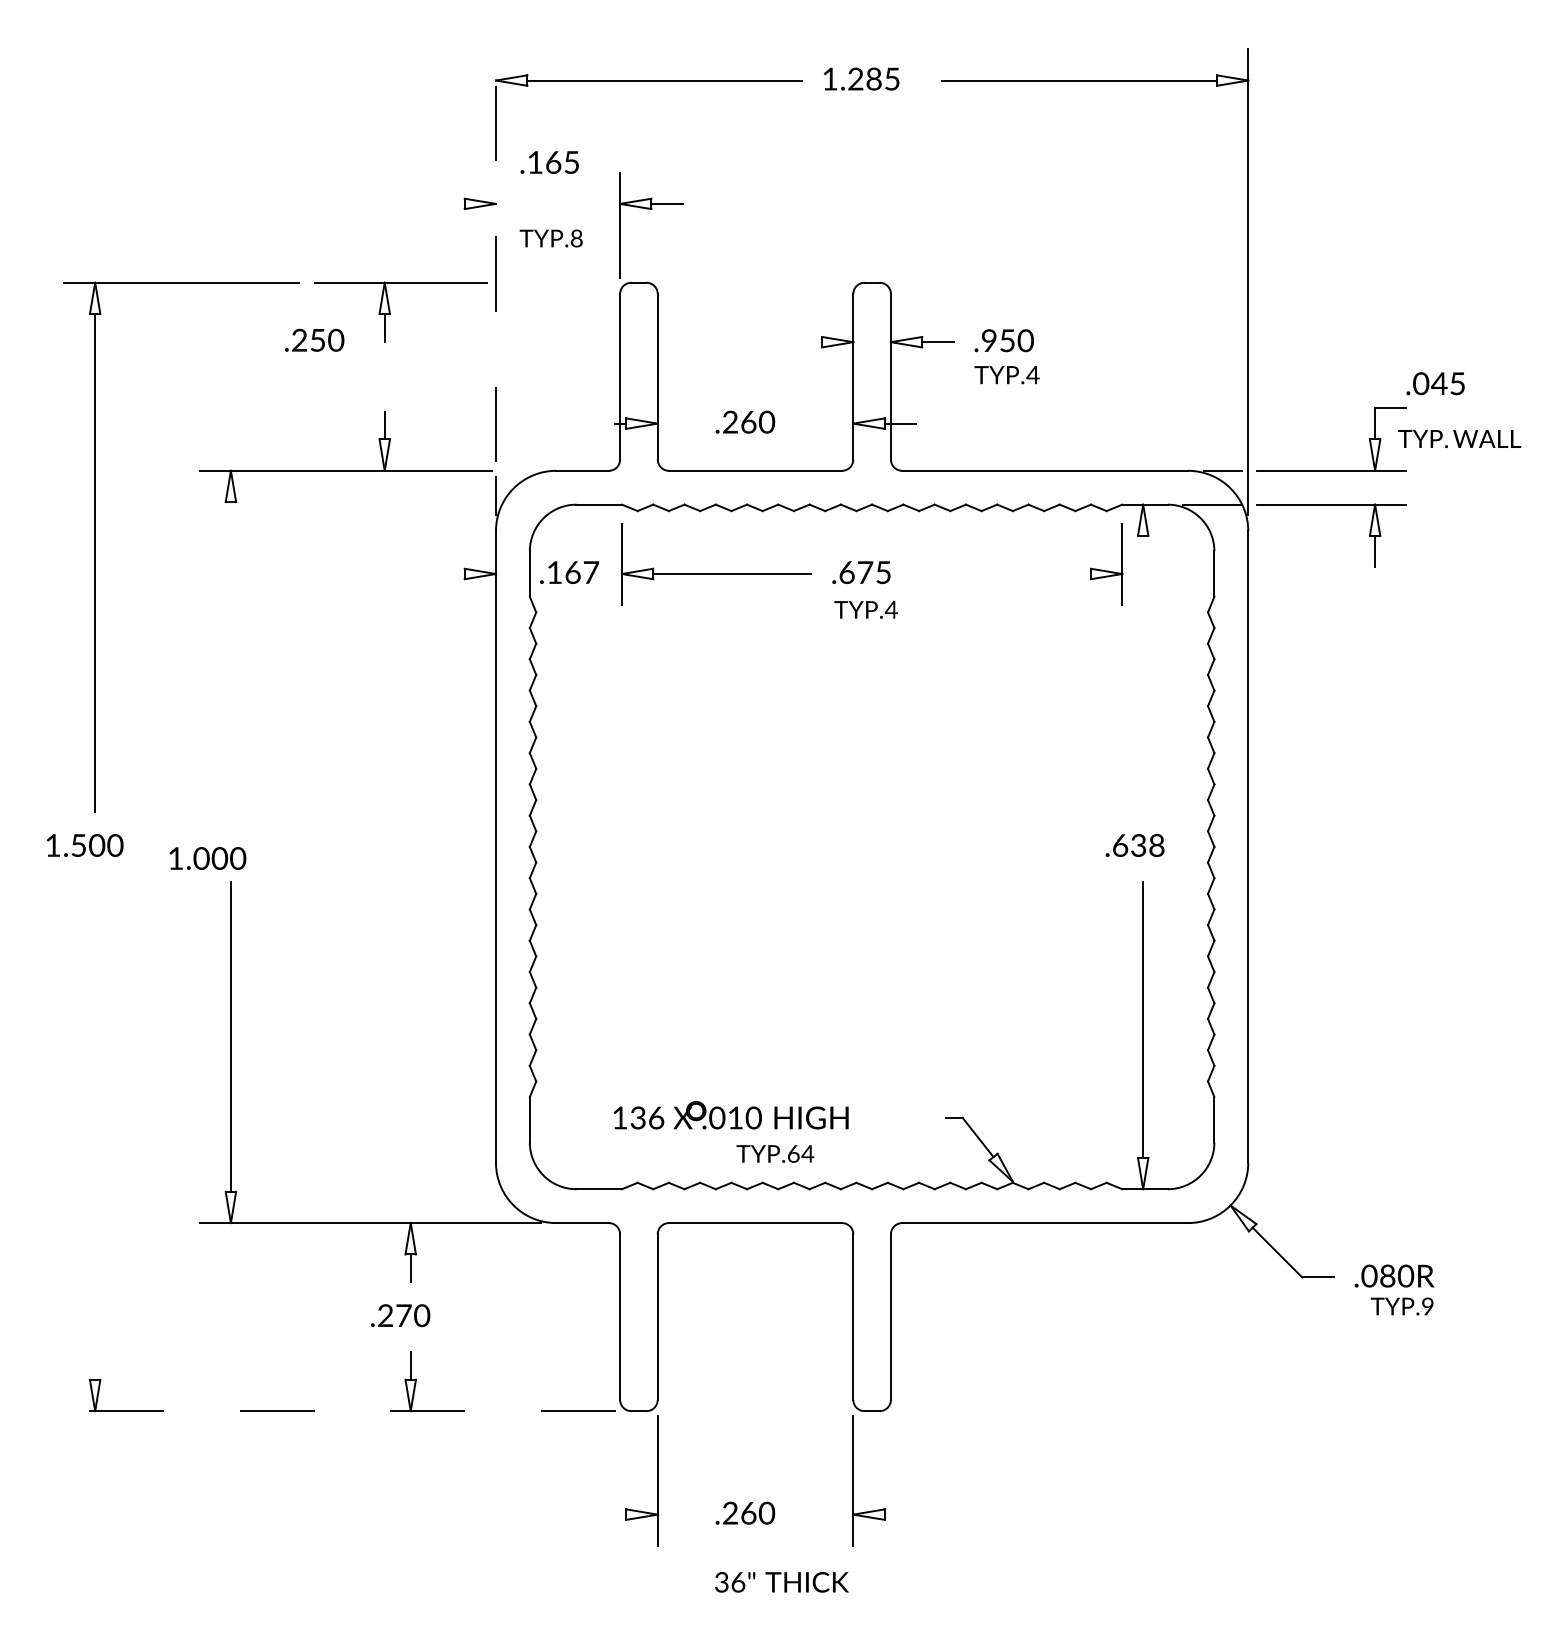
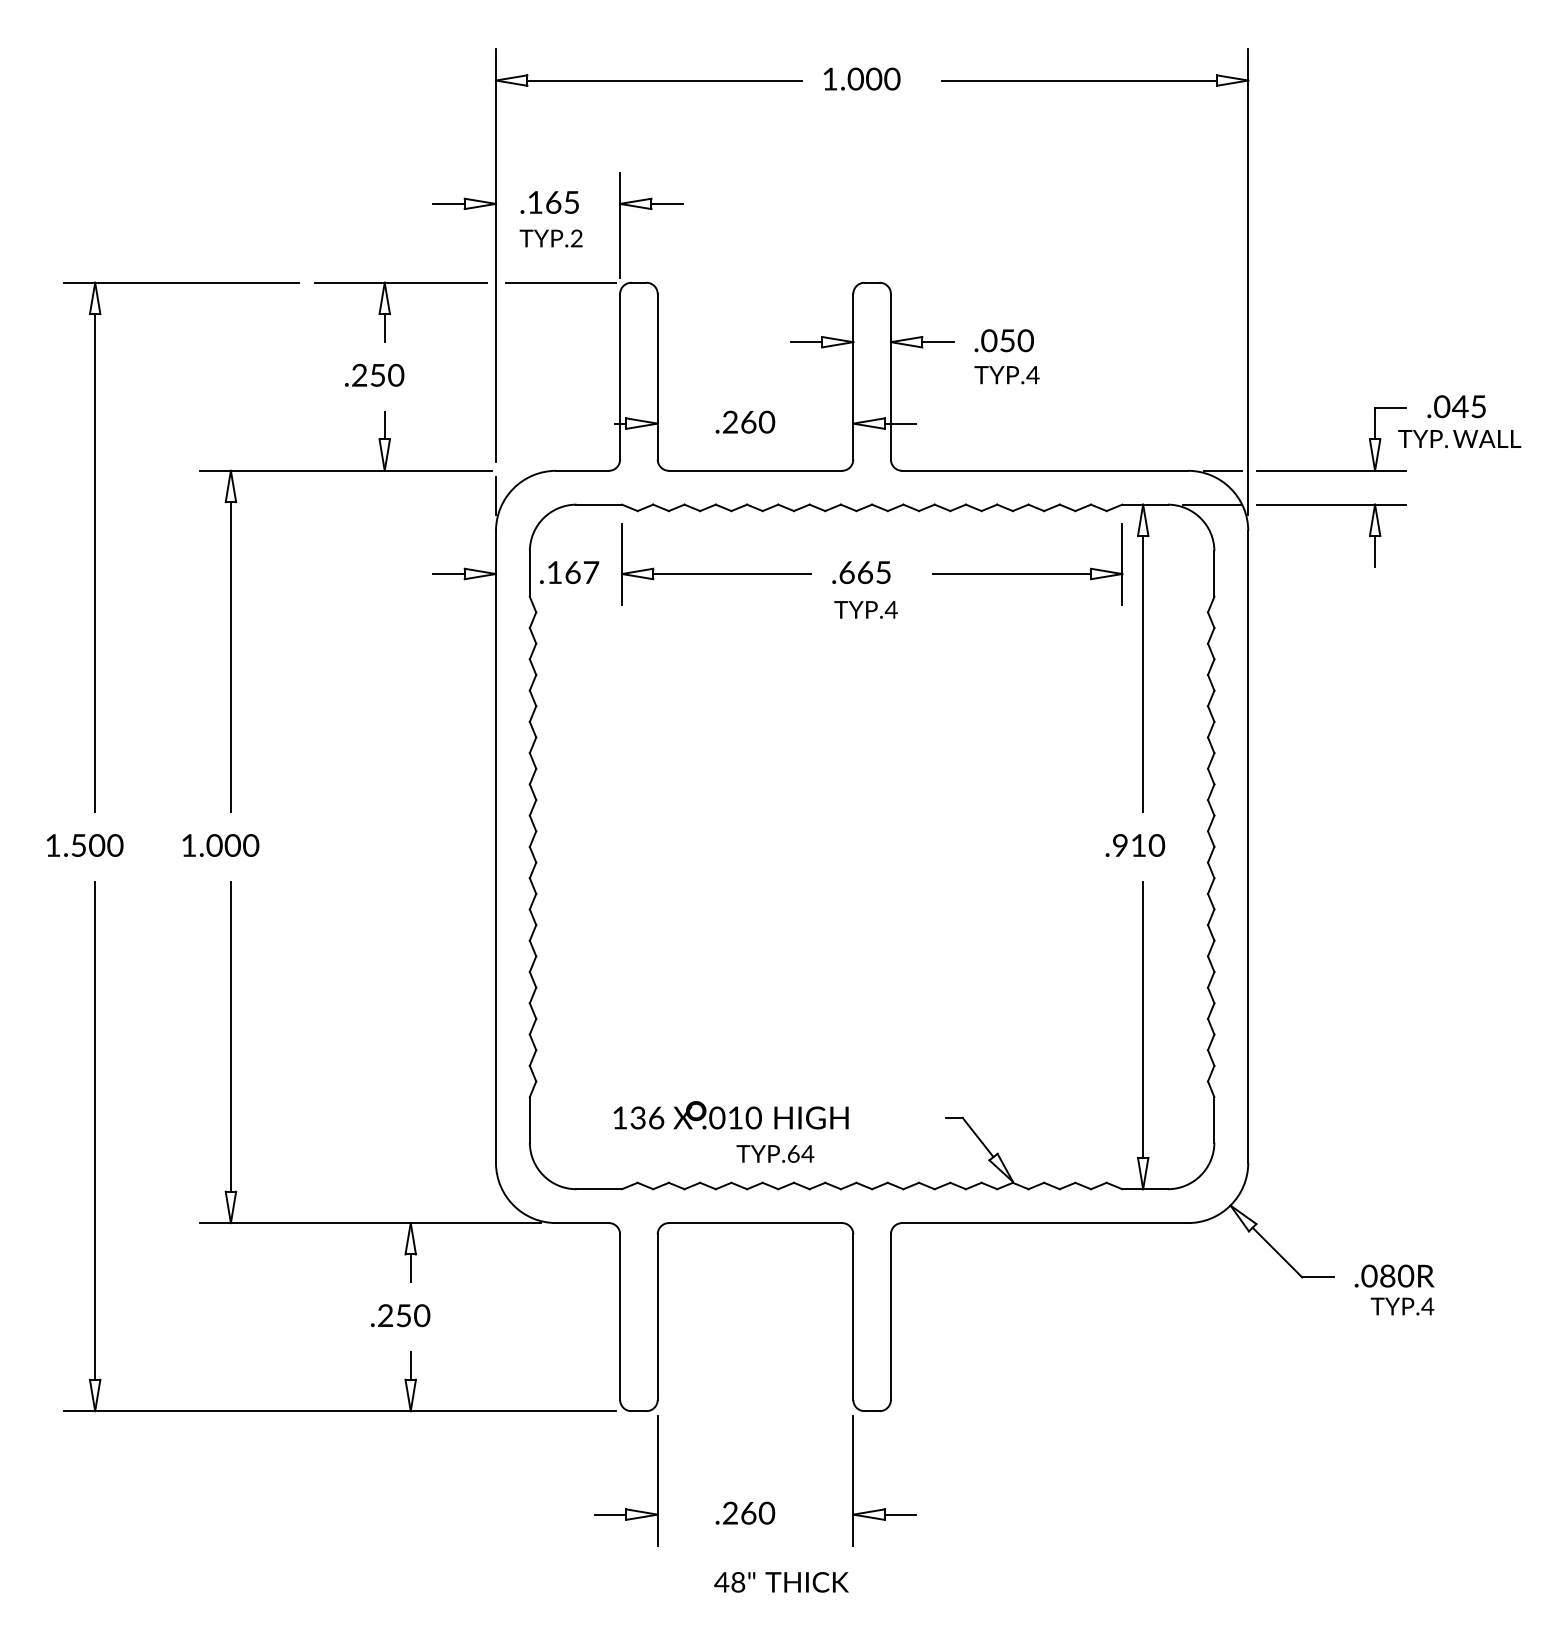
text at (873, 78): 1.285 -> 1.000
text at (549, 162) position: (549, 162) -> (549, 202)
line at (448, 203): none -> present
text at (576, 239): TYP.8 -> TYP.2
line at (496, 255): dashed -> solid
line at (560, 282): none -> present
text at (314, 339) position: (314, 339) -> (374, 374)
text at (989, 341): .950 -> .050
line at (806, 342): none -> present
text at (1435, 383) position: (1435, 383) -> (1456, 406)
text at (865, 572): .675 -> .665
line at (448, 574): none -> present
line at (1011, 574): none -> present
line at (230, 656): none -> present
line at (1143, 673): none -> present
text at (1139, 845): .638 -> .910
text at (207, 858) position: (207, 858) -> (220, 845)
line at (95, 1130): none -> present
text at (1427, 1306): TYP.9 -> TYP.4
text at (403, 1315): .270 -> .250
line at (339, 1411): dashed -> solid
line at (610, 1514): none -> present
line at (900, 1514): none -> present
text at (729, 1582): 36" -> 48"
